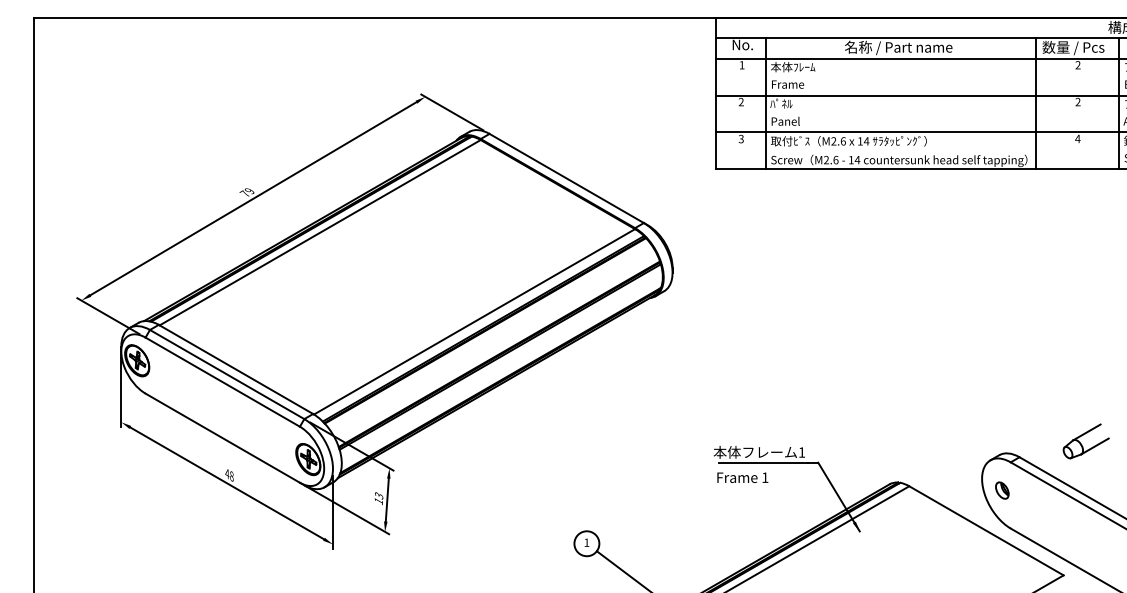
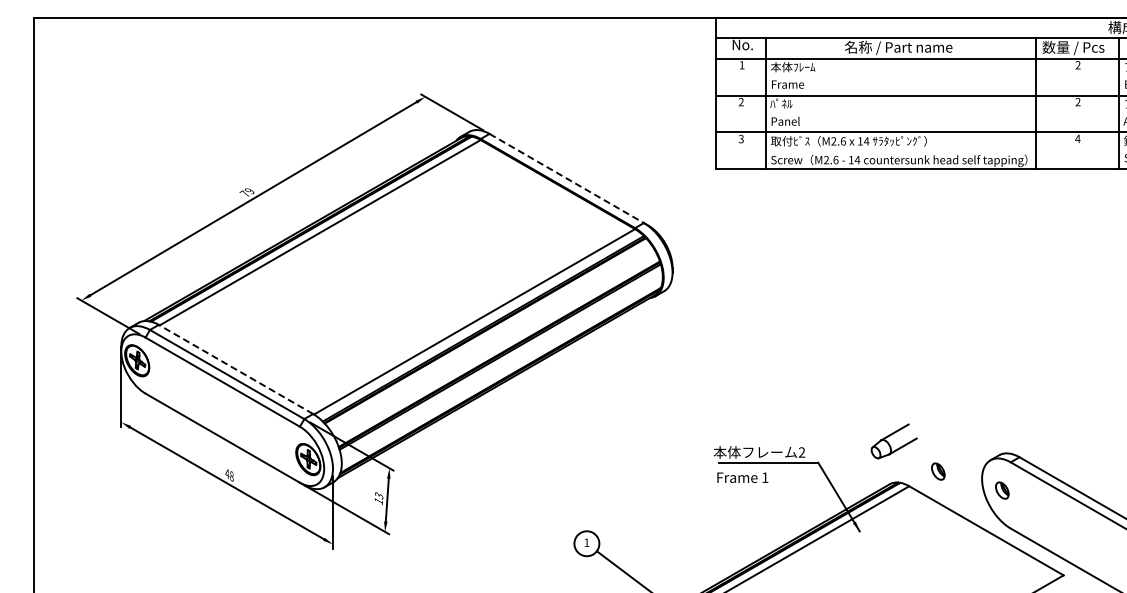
line at (567, 178): solid -> dashed
line at (235, 369): solid -> dashed
part at (1085, 441) position: (1085, 441) -> (893, 441)
text at (801, 452): 1 -> 2
part at (938, 471): none -> present
